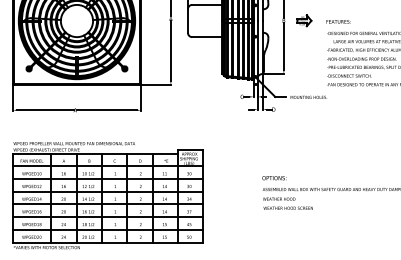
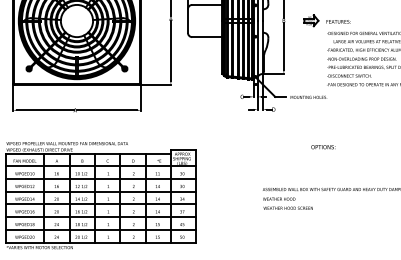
part at (304, 20) position: (304, 20) -> (311, 20)
text at (274, 178) position: (274, 178) -> (323, 147)
part at (107, 195) position: (107, 195) -> (100, 195)
